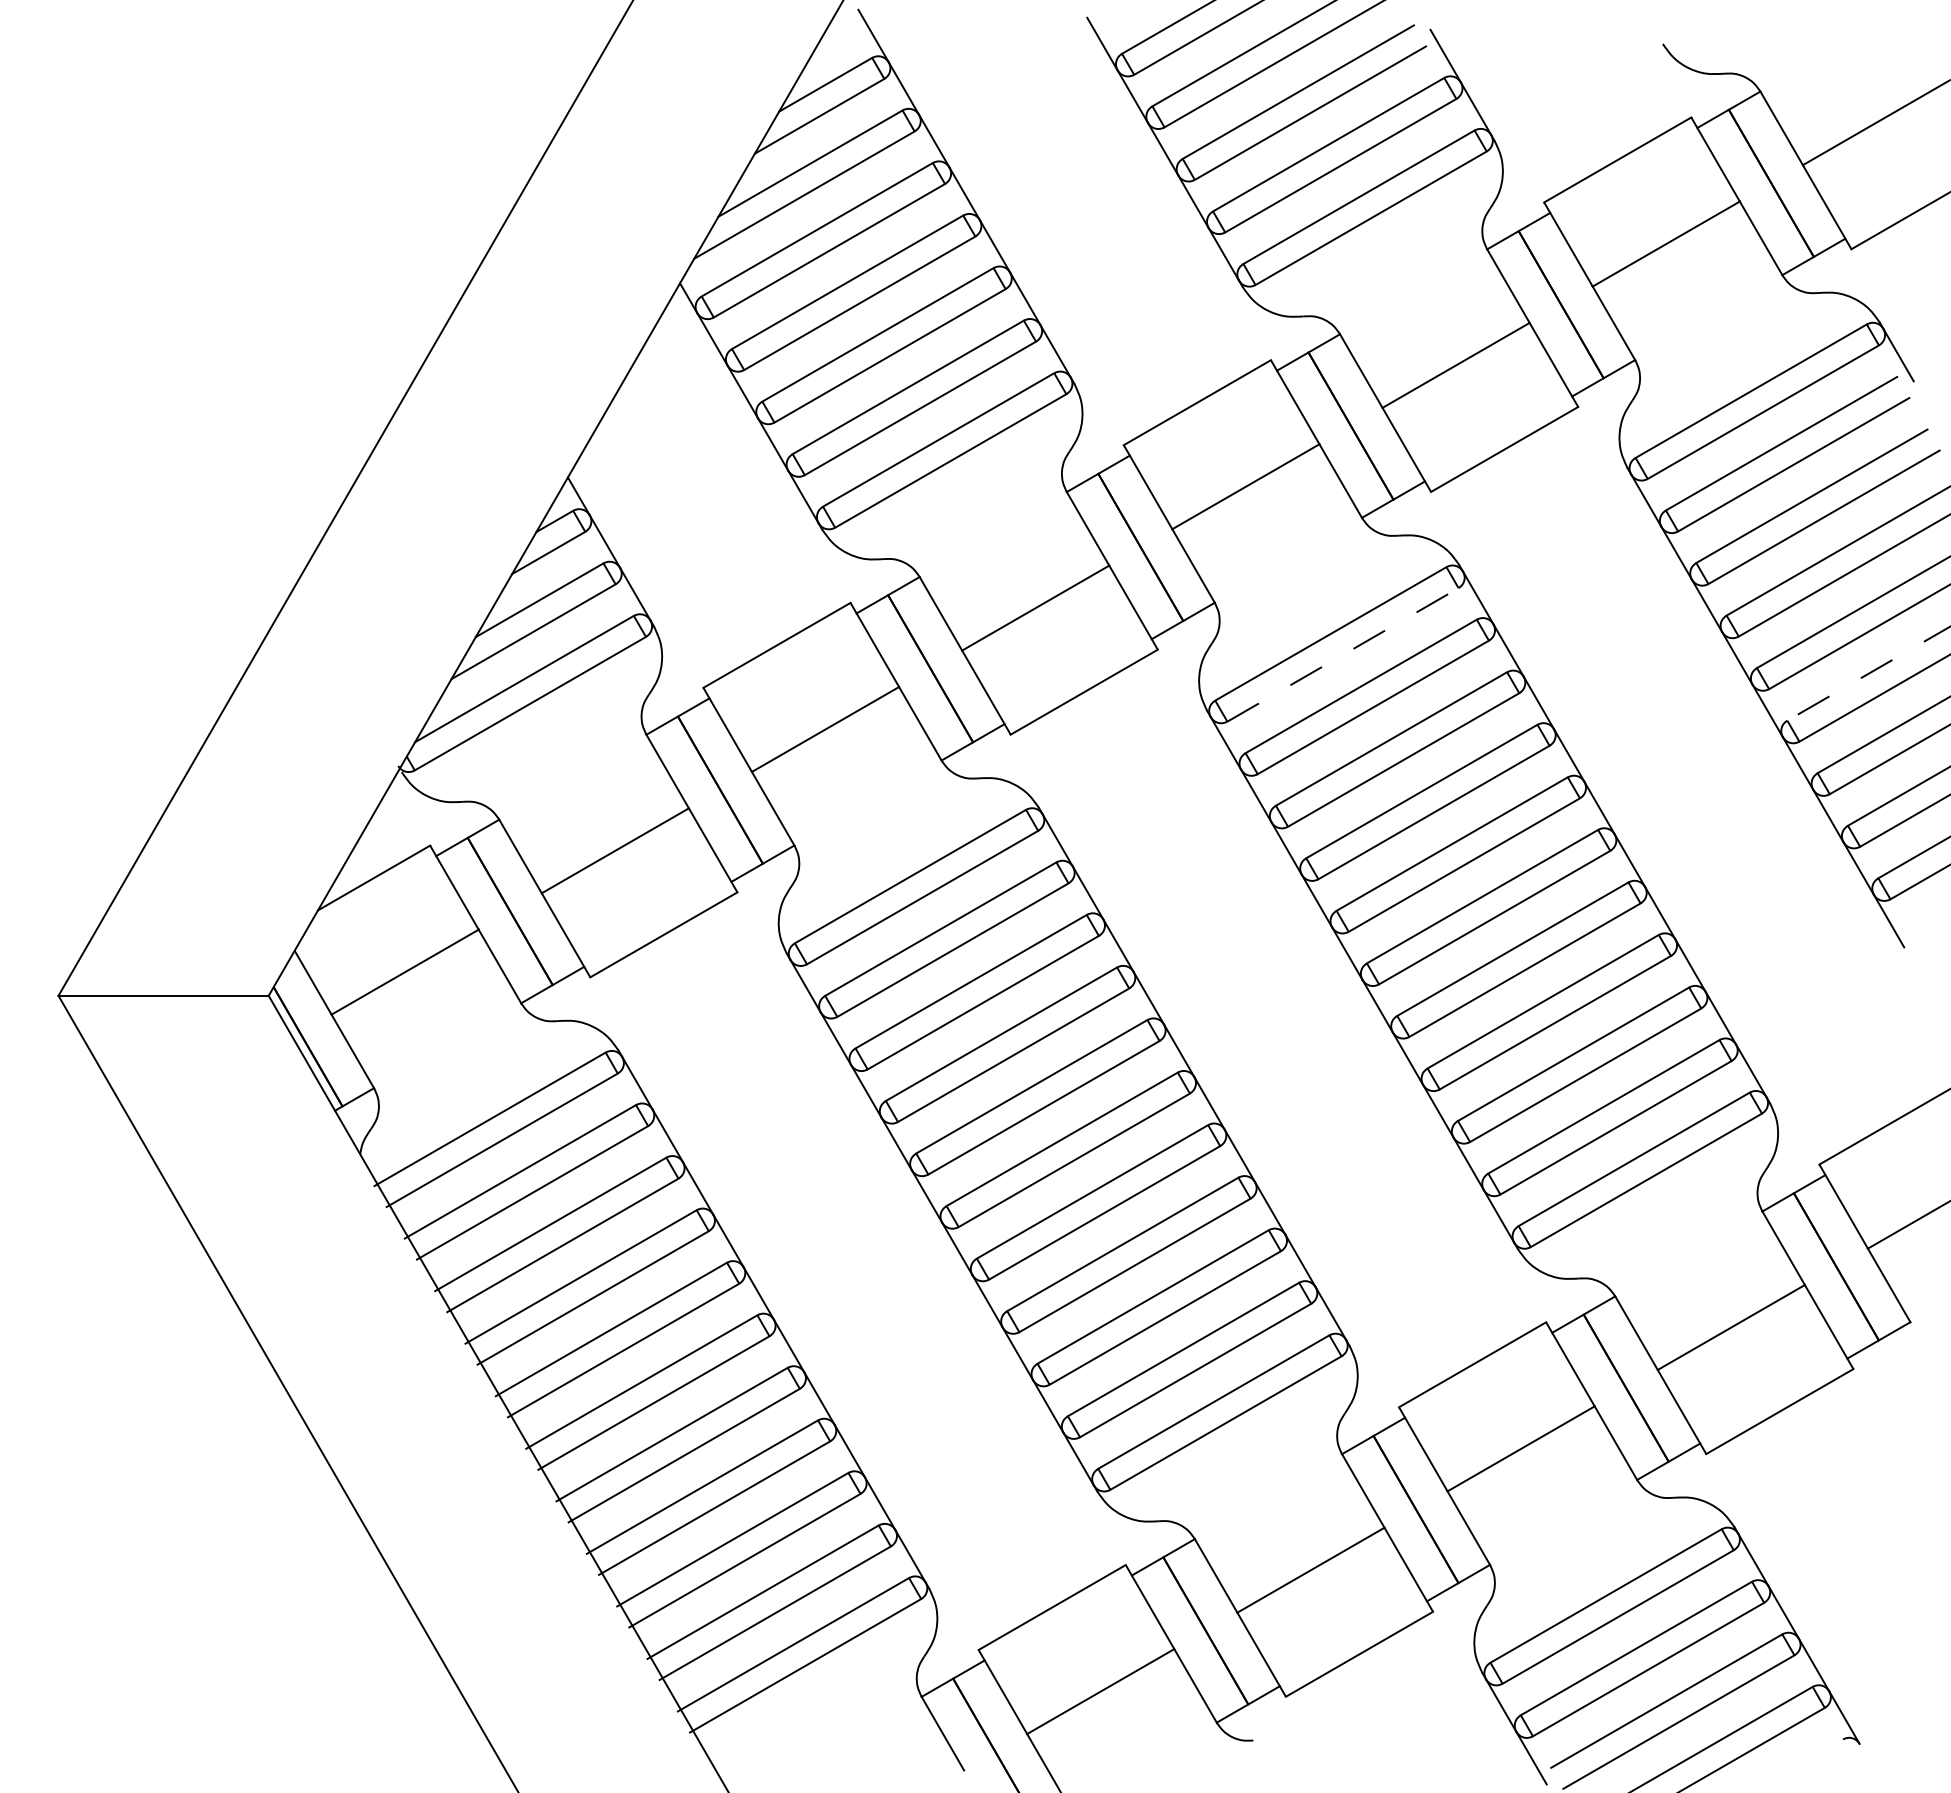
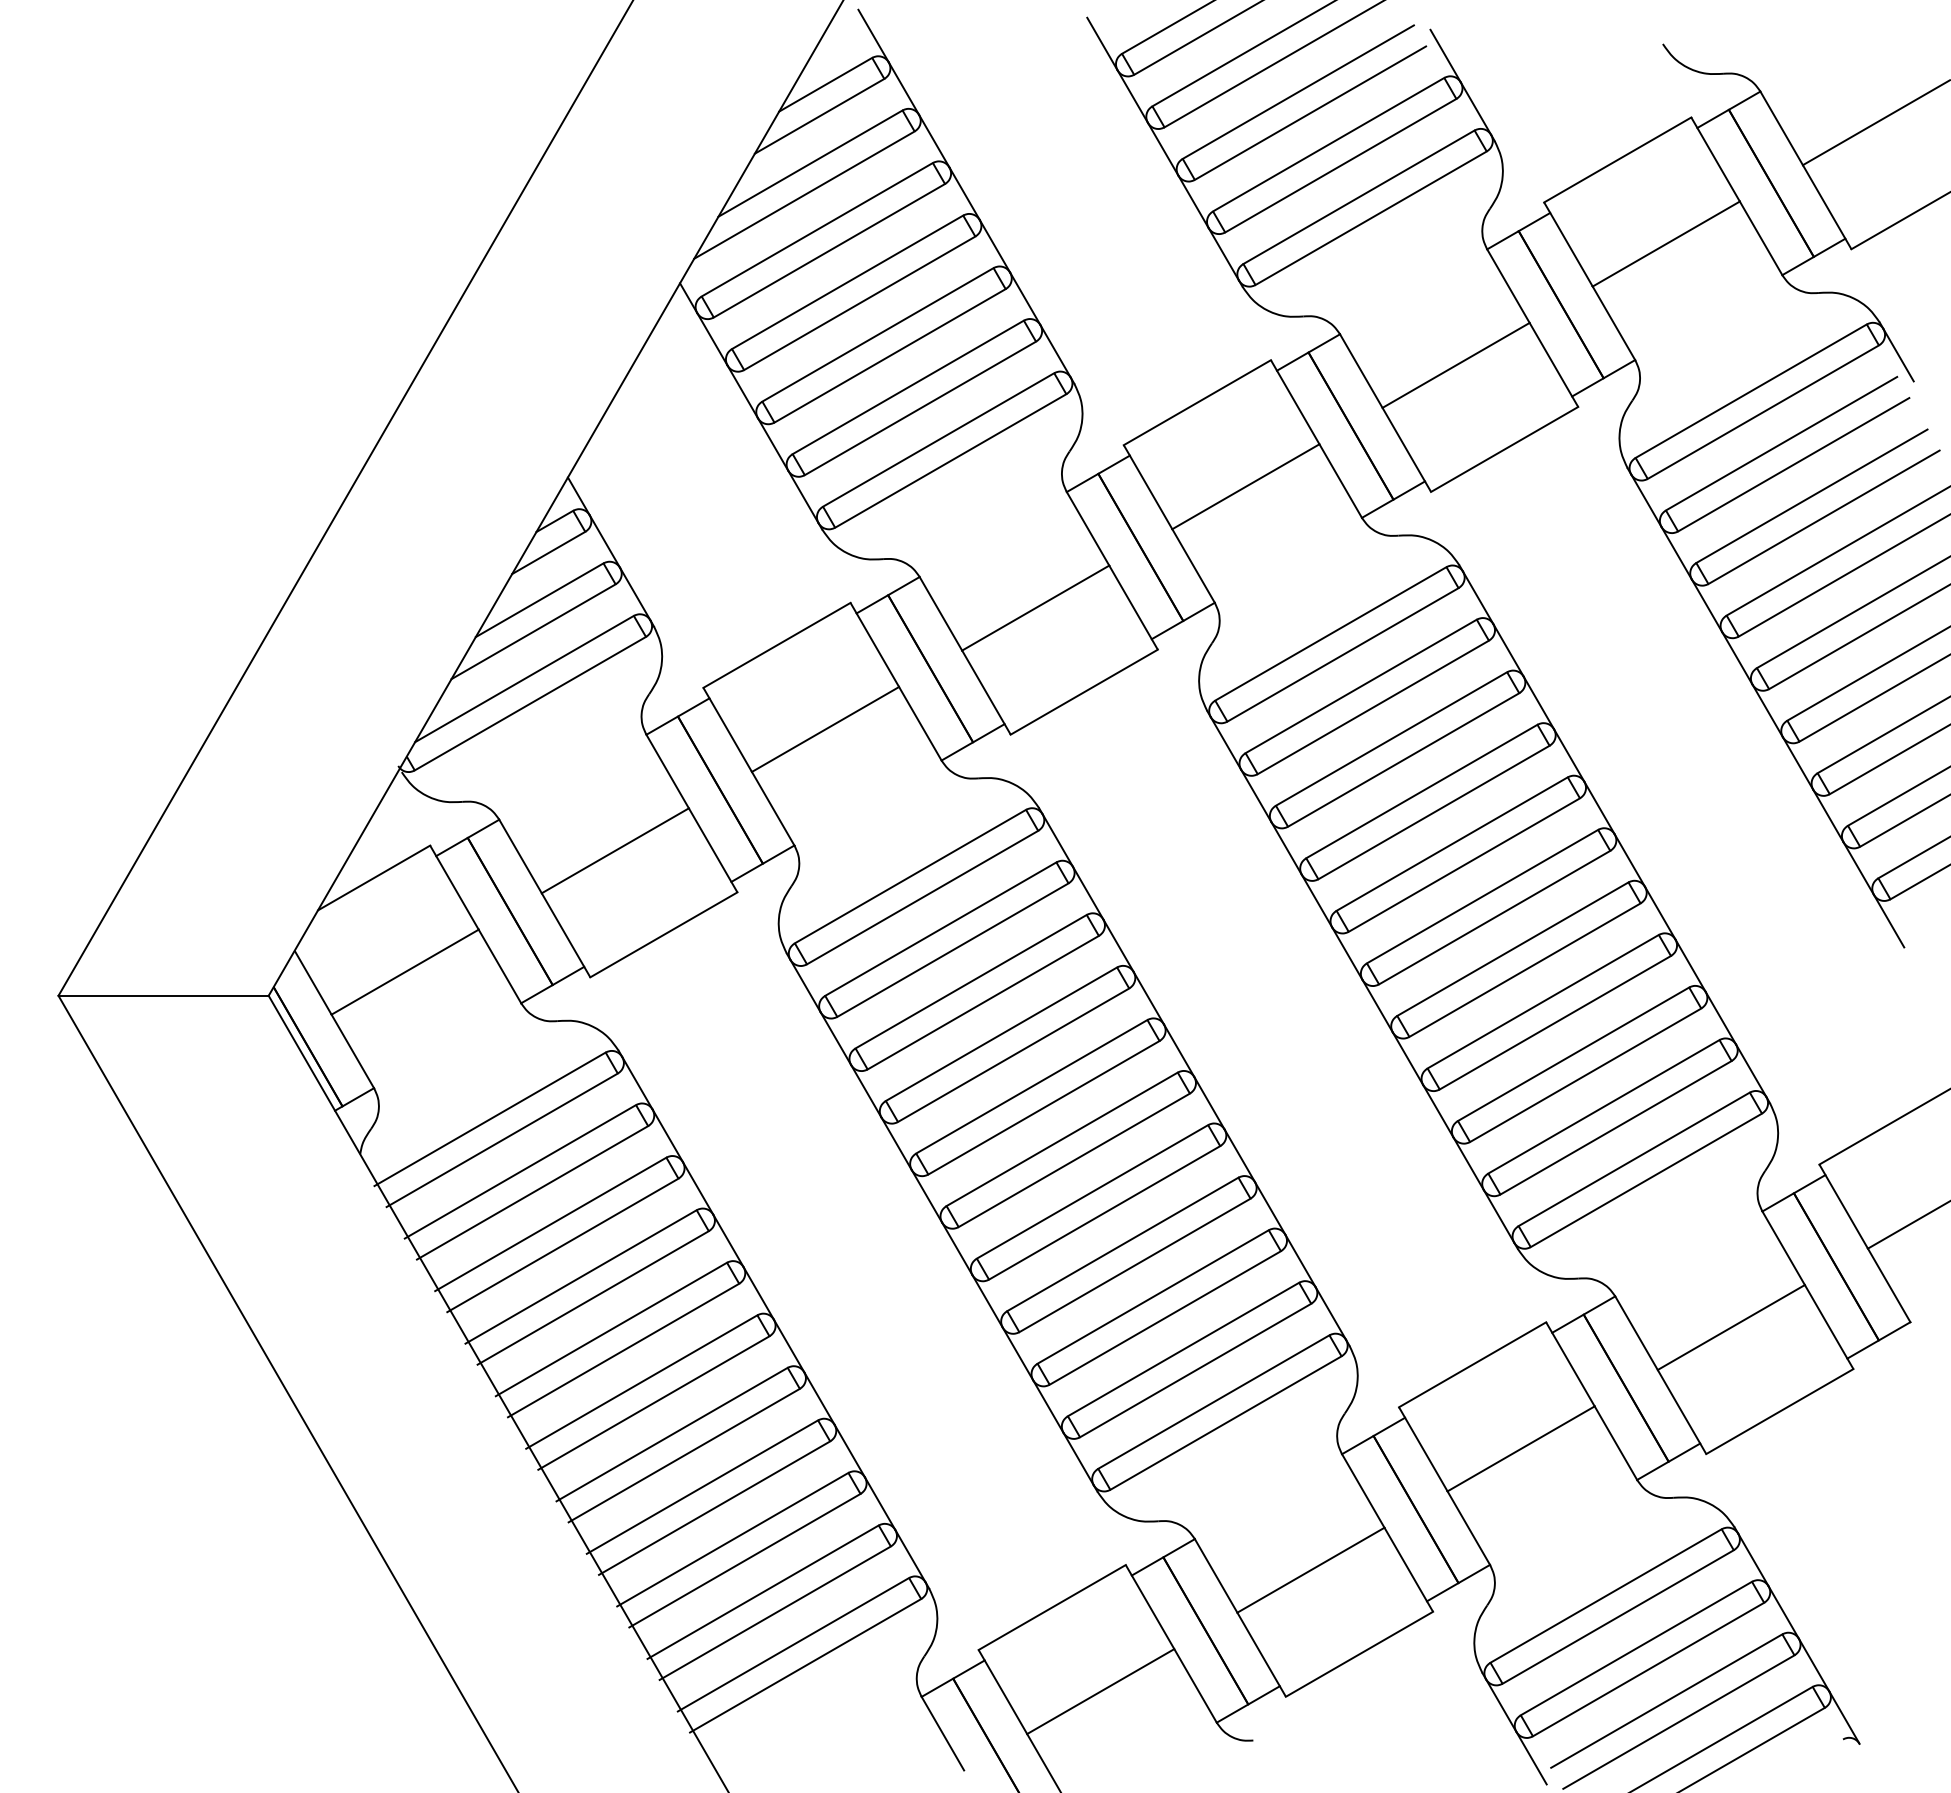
line at (1343, 654): dashed -> solid
line at (1868, 673): dashed -> solid
